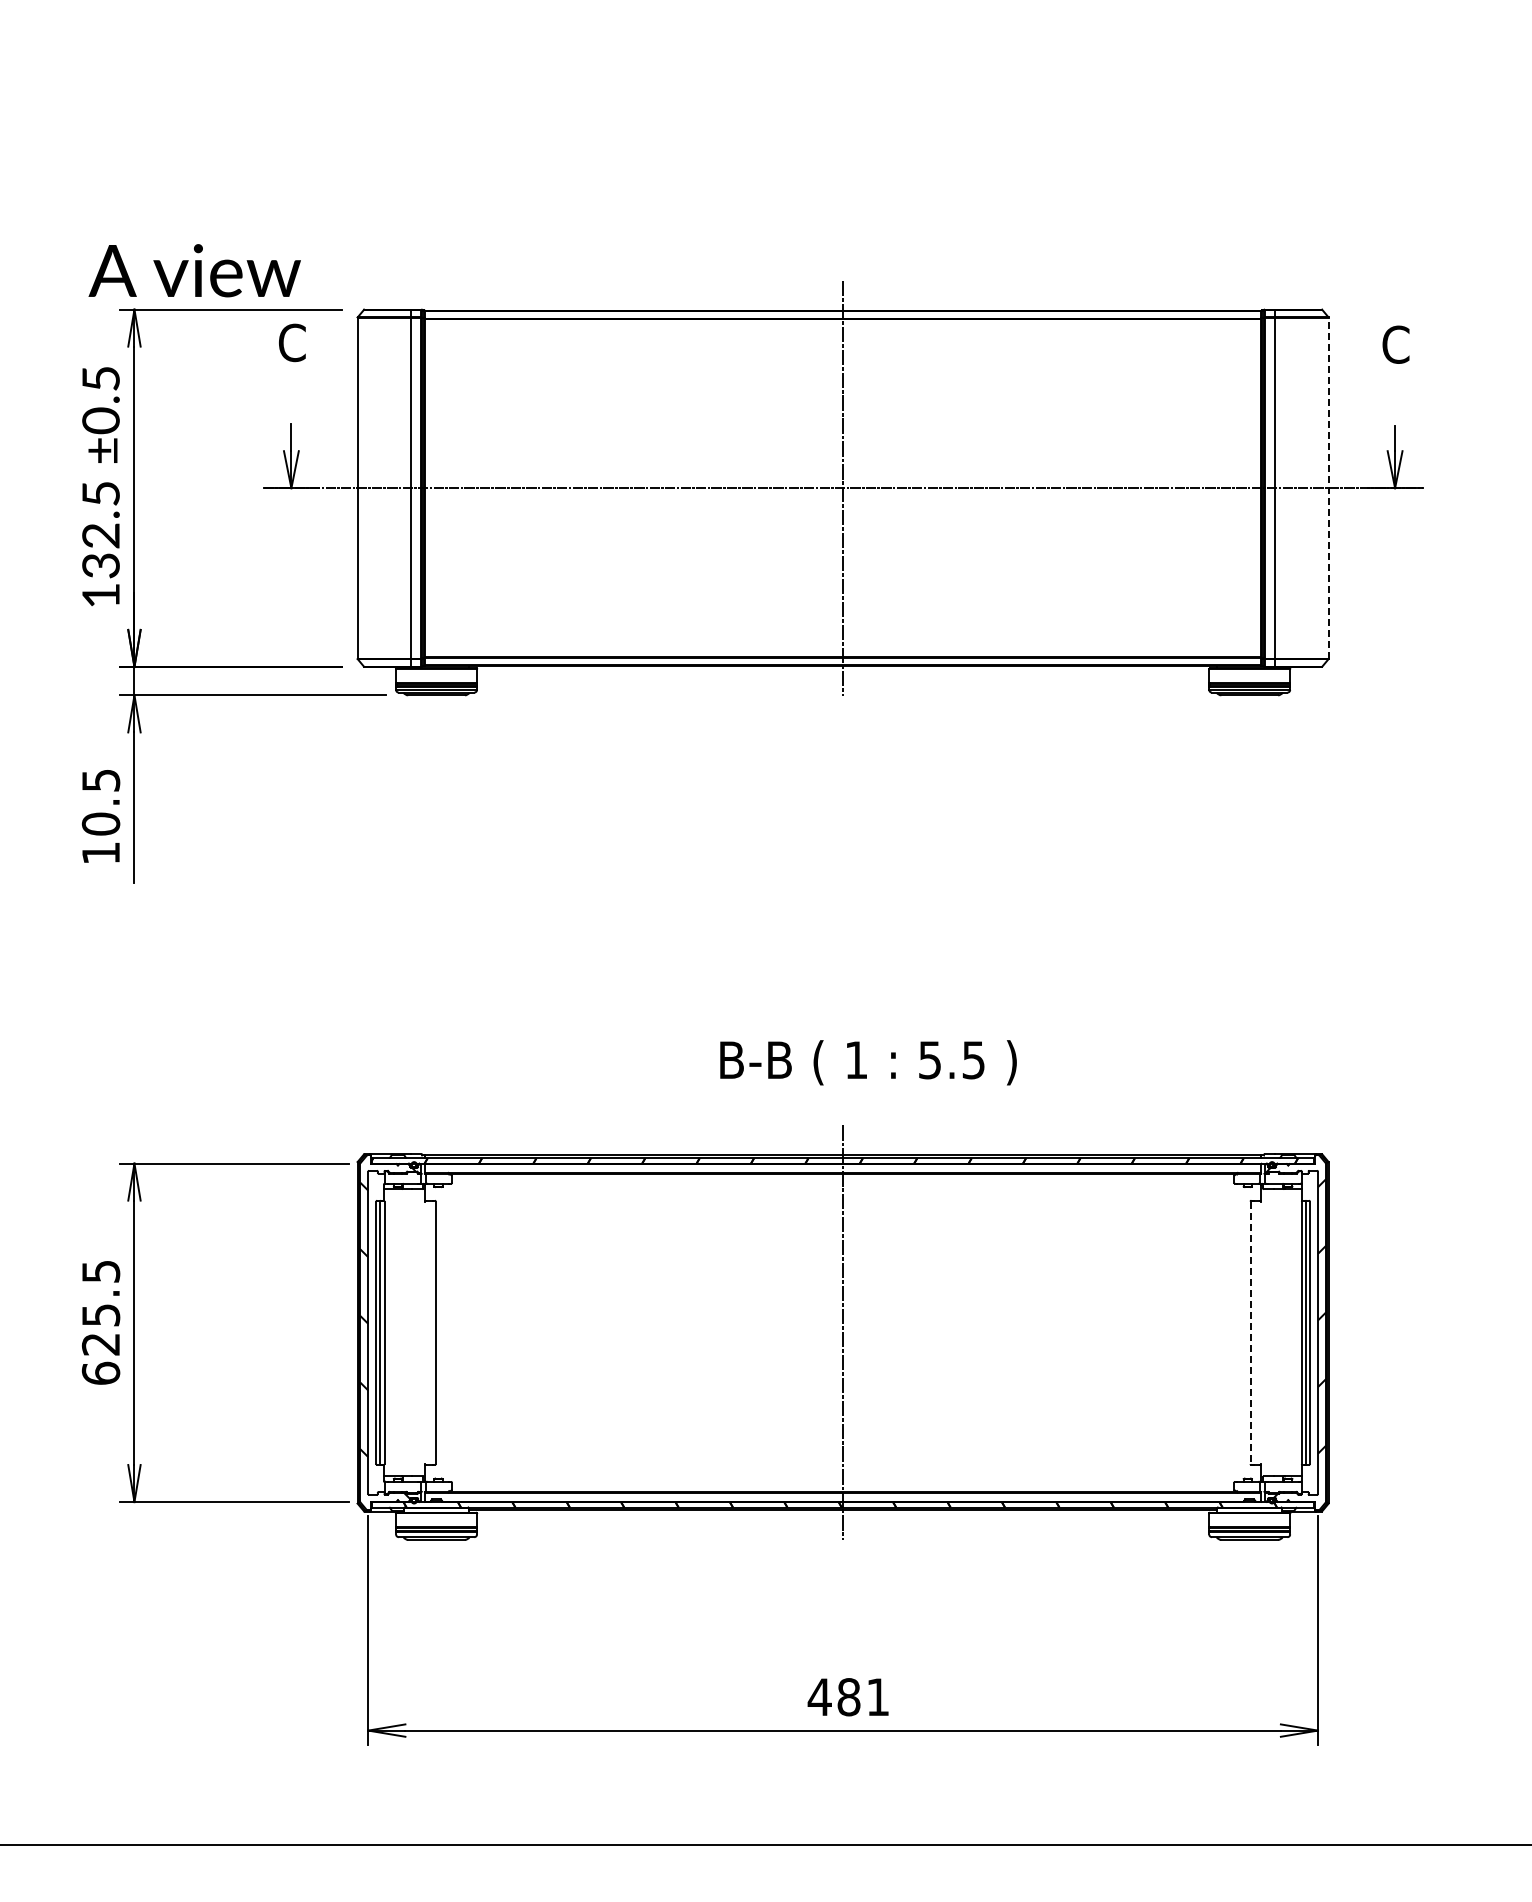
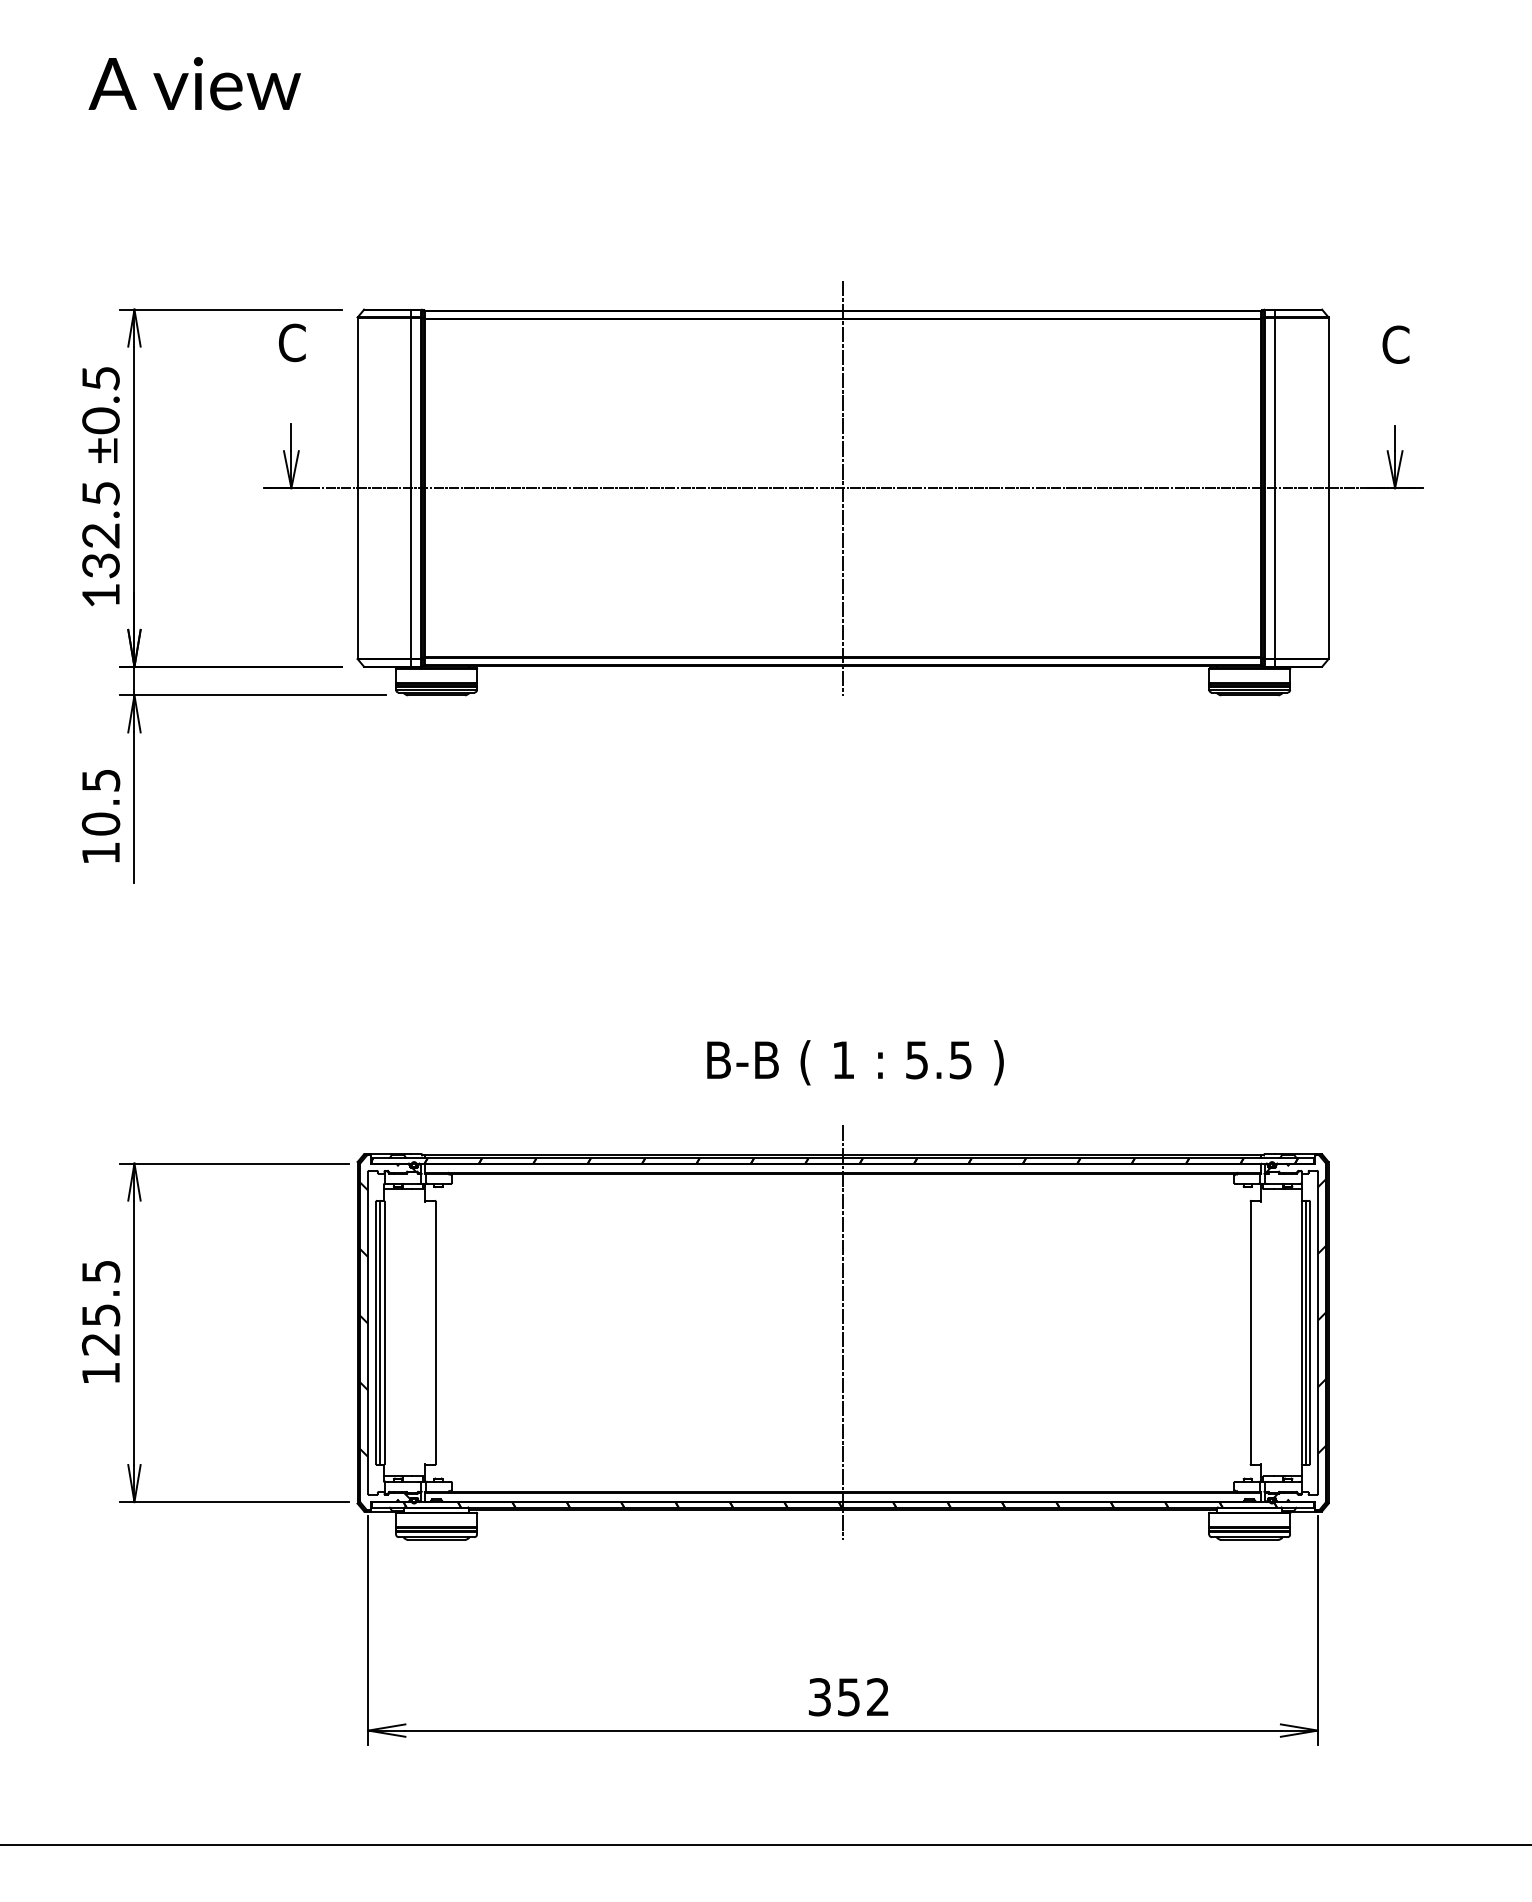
text at (194, 270) position: (194, 270) -> (194, 83)
line at (1328, 487): dashed -> solid
text at (868, 1062) position: (868, 1062) -> (855, 1062)
line at (1250, 1333): dashed -> solid
text at (100, 1372): 625.5 -> 125.5
text at (847, 1697): 481 -> 352
